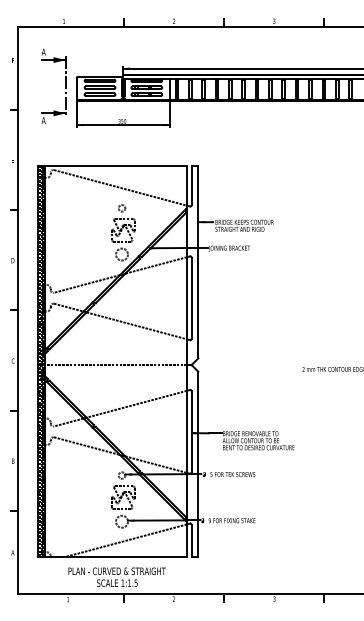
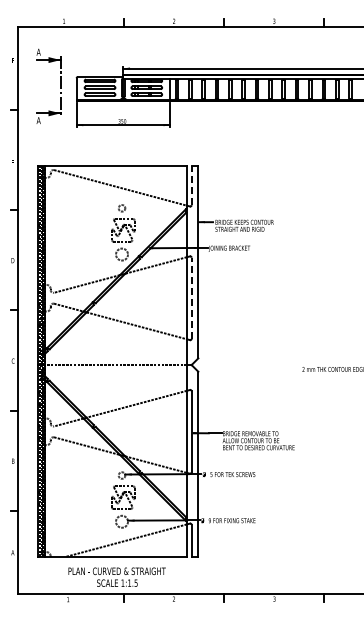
part at (65, 85) position: (65, 85) -> (60, 85)
line at (191, 185): solid -> dashed
line at (191, 298): solid -> dashed
